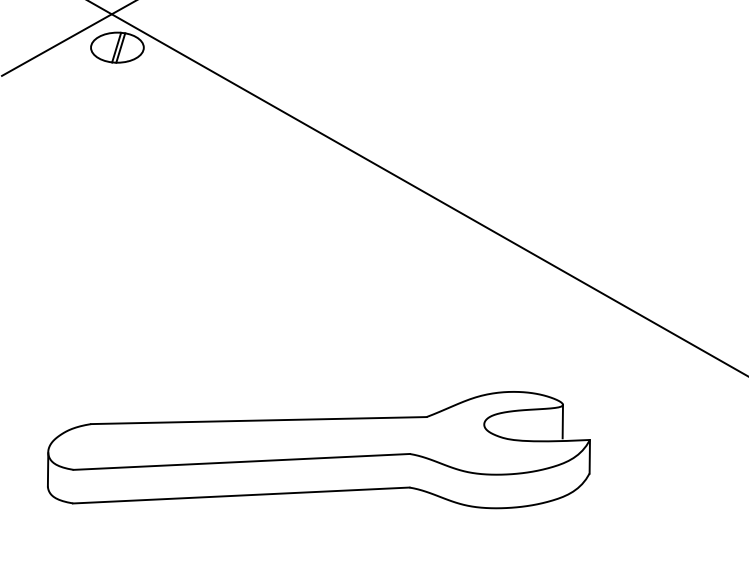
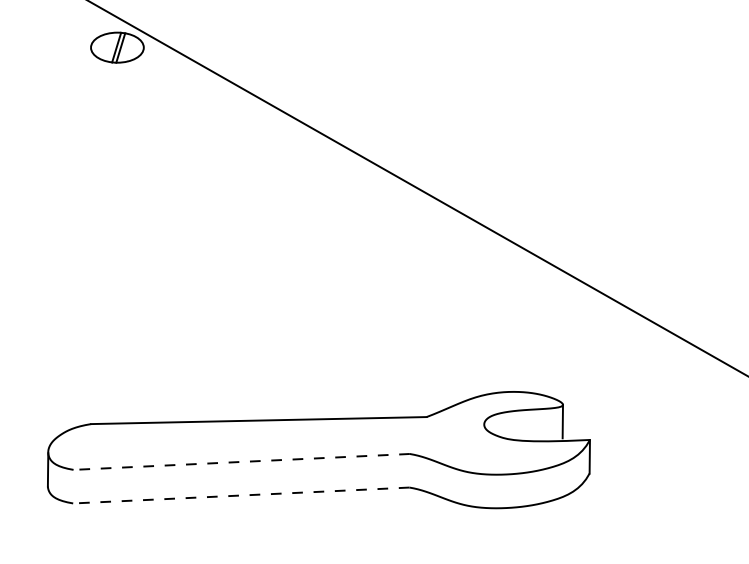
line at (67, 38): present -> none
line at (241, 461): solid -> dashed
line at (240, 495): solid -> dashed
